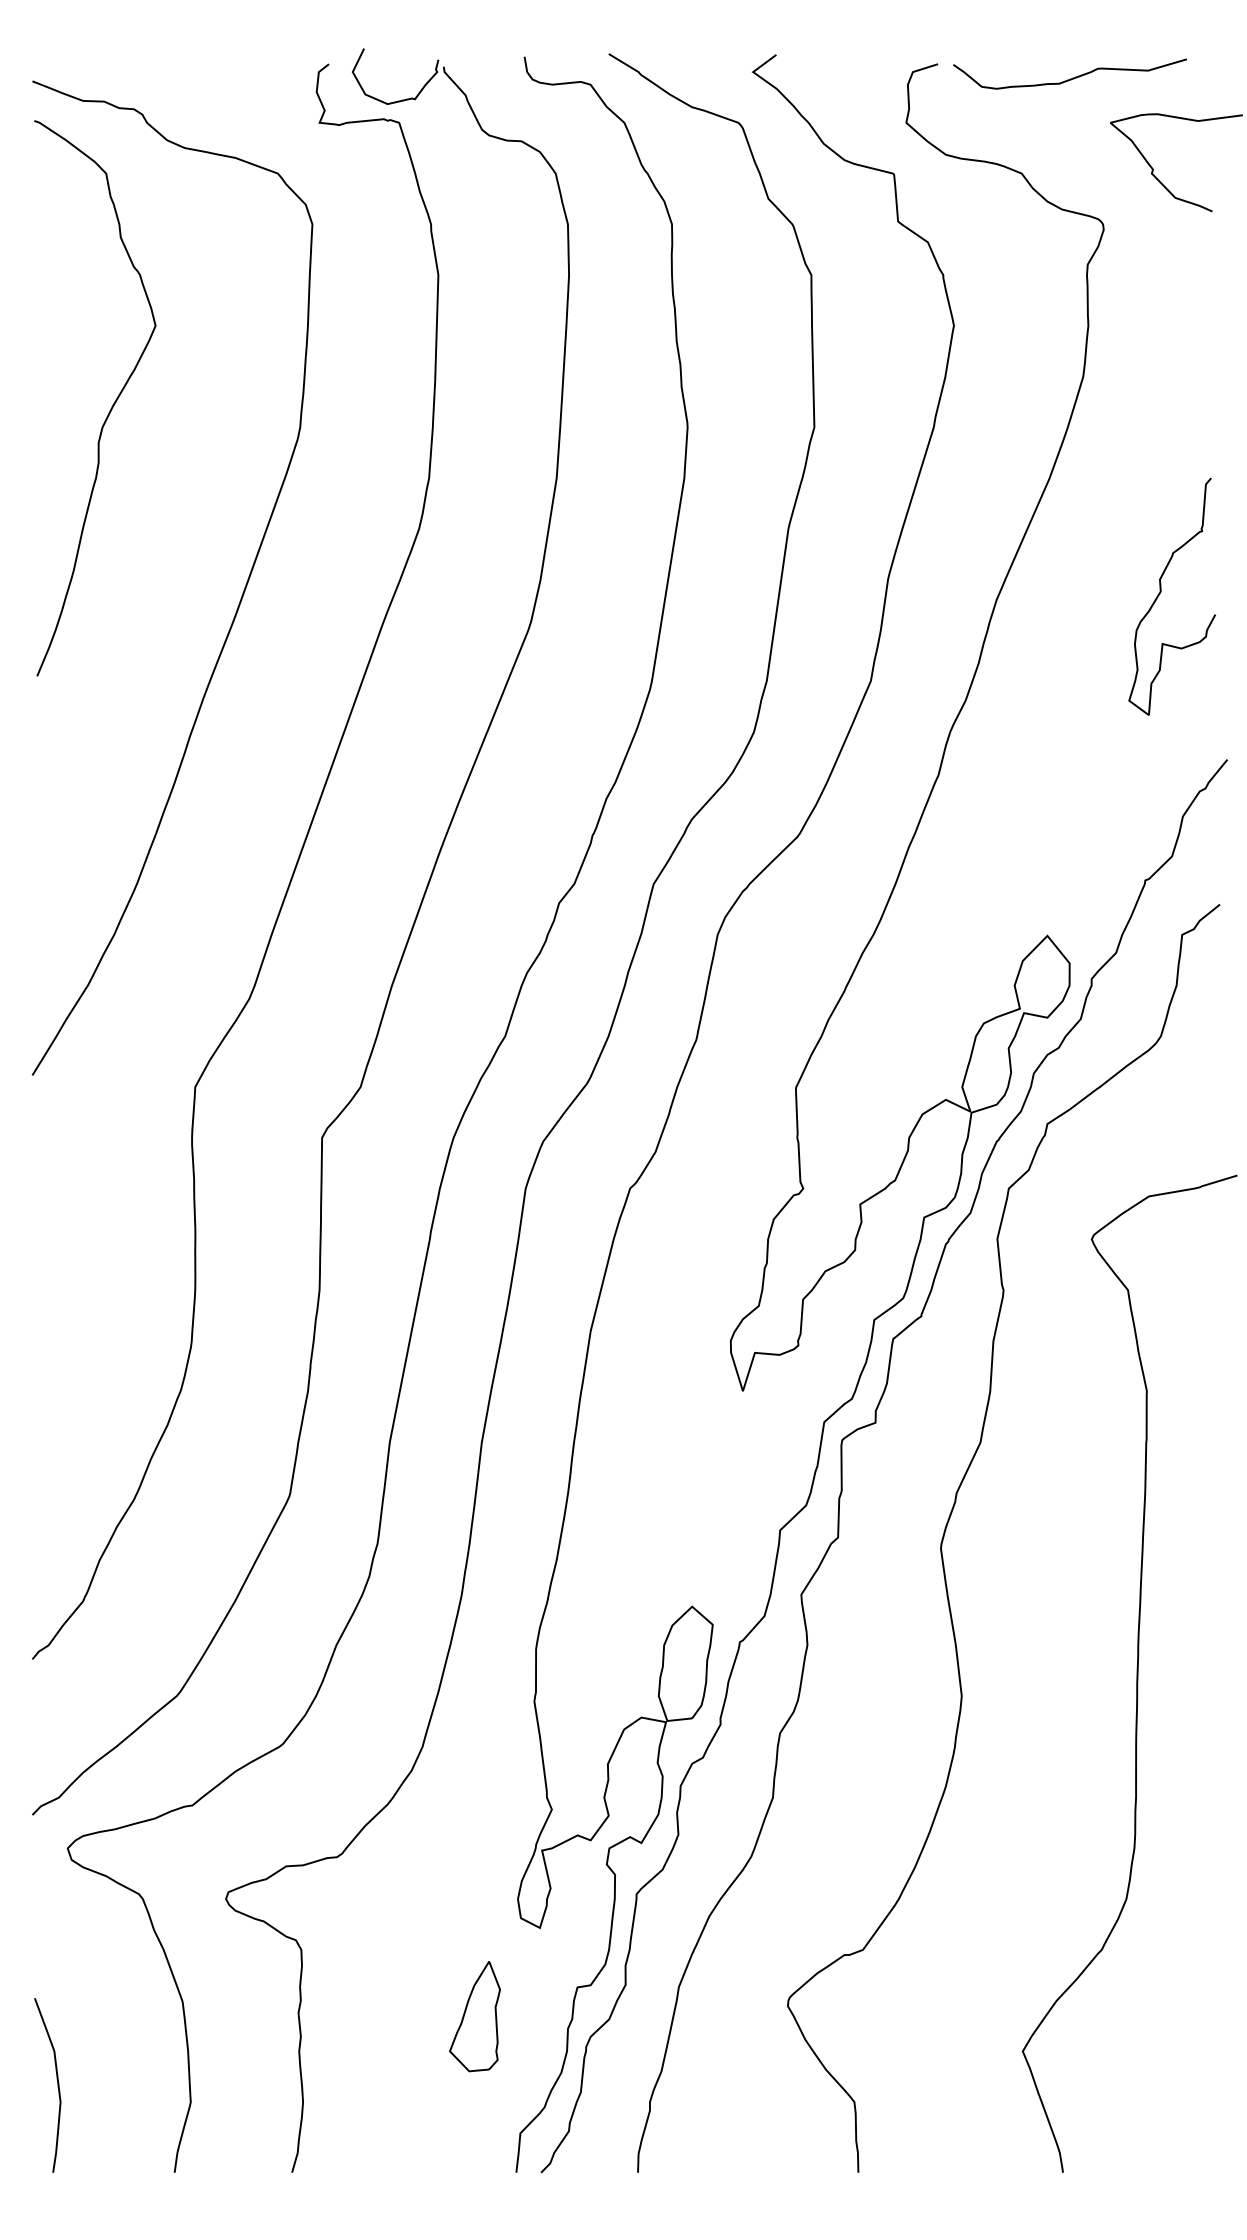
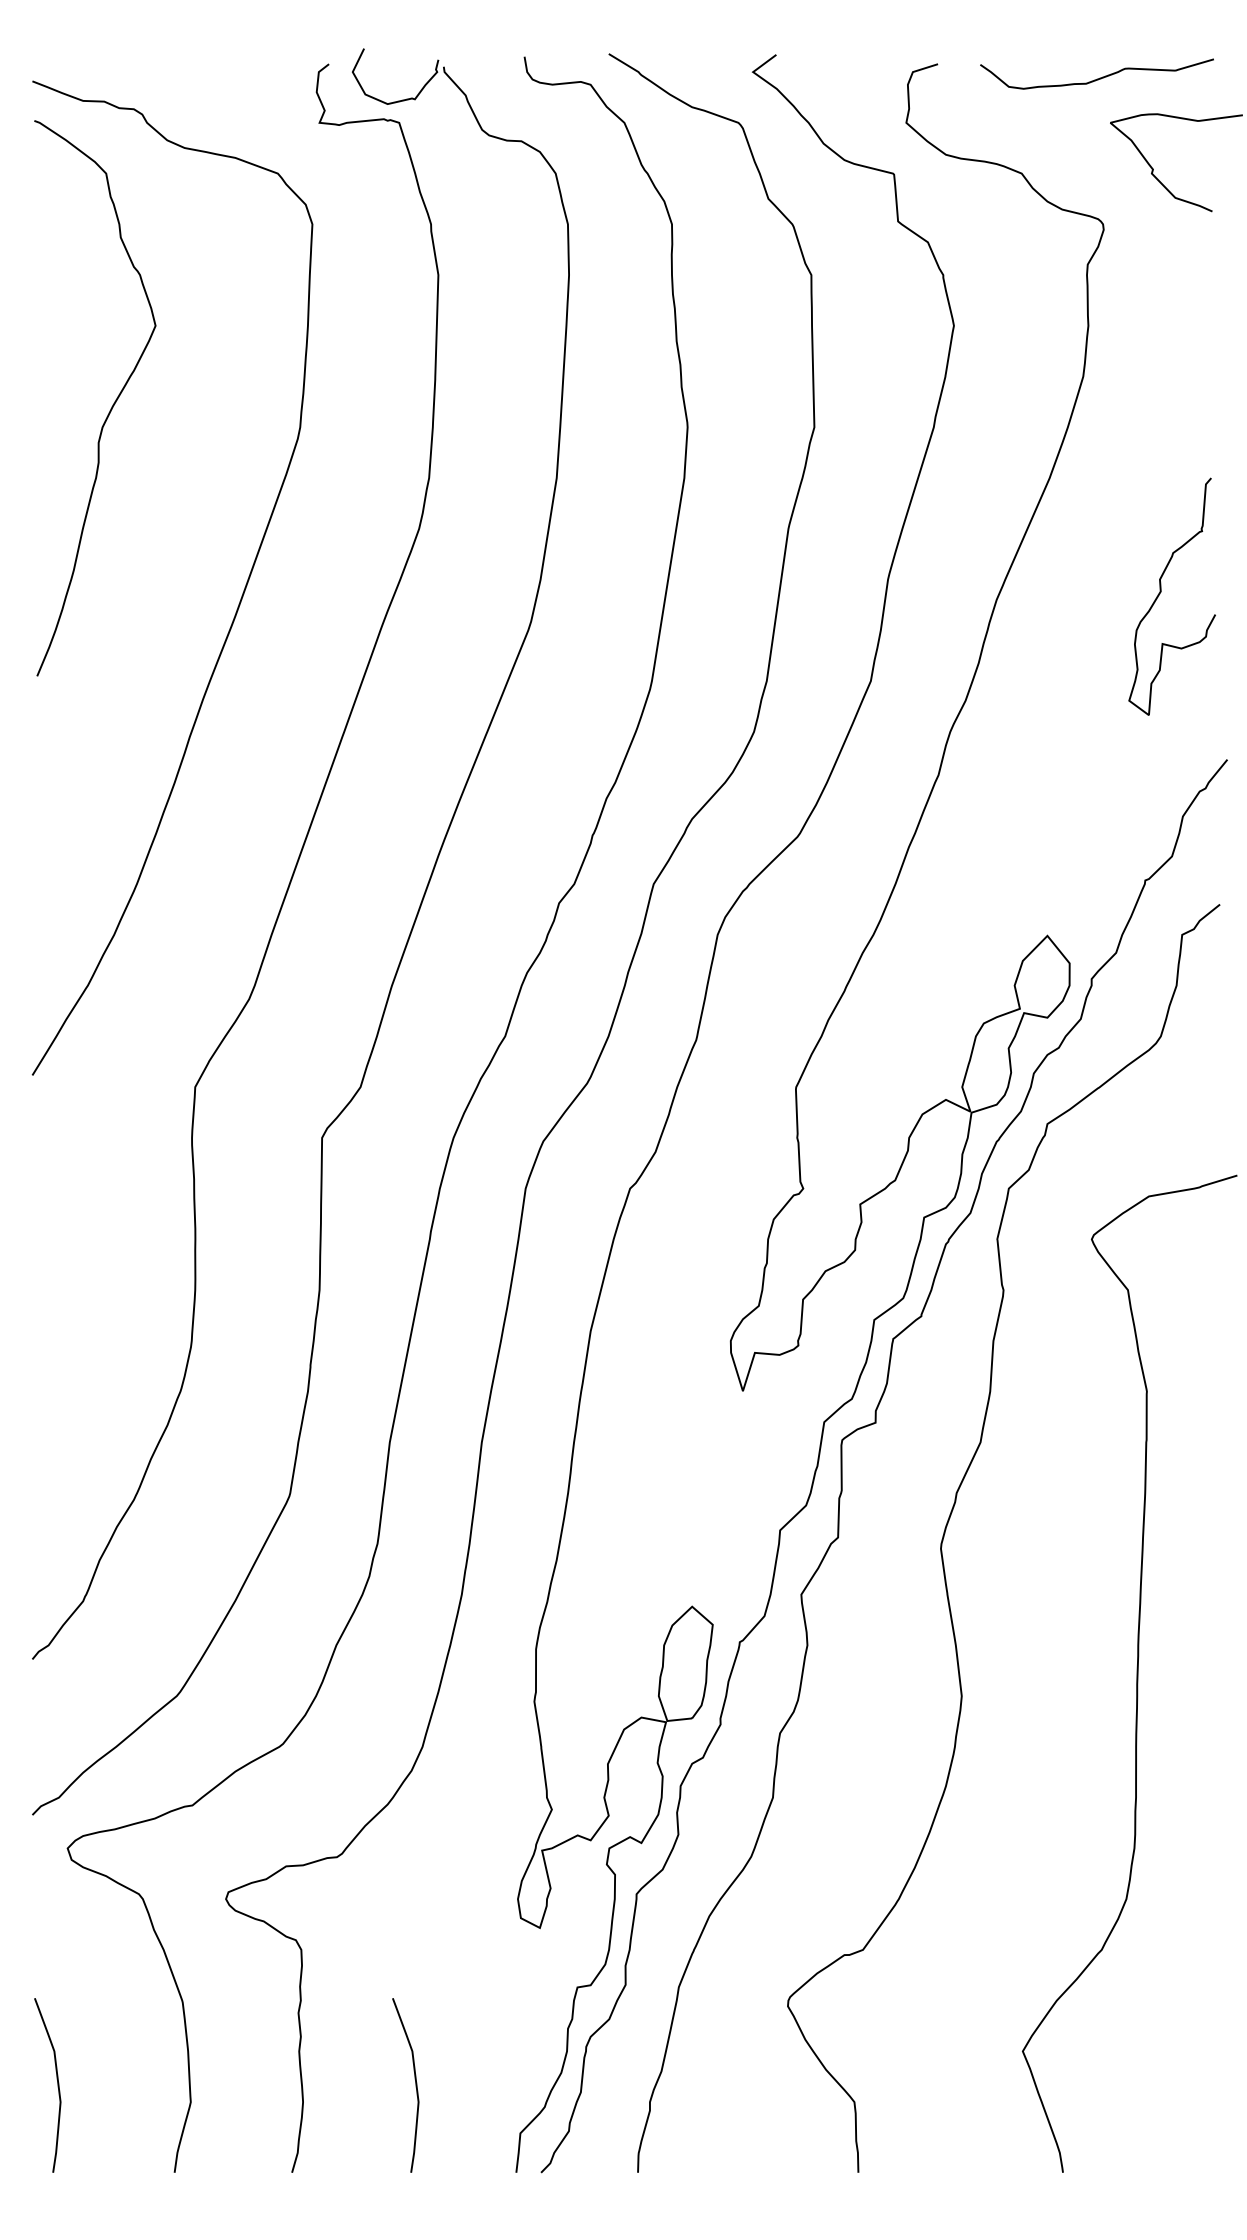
curve at (1072, 77) position: (1072, 77) -> (1099, 77)
part at (474, 2016): present -> none
curve at (415, 2085): none -> present
